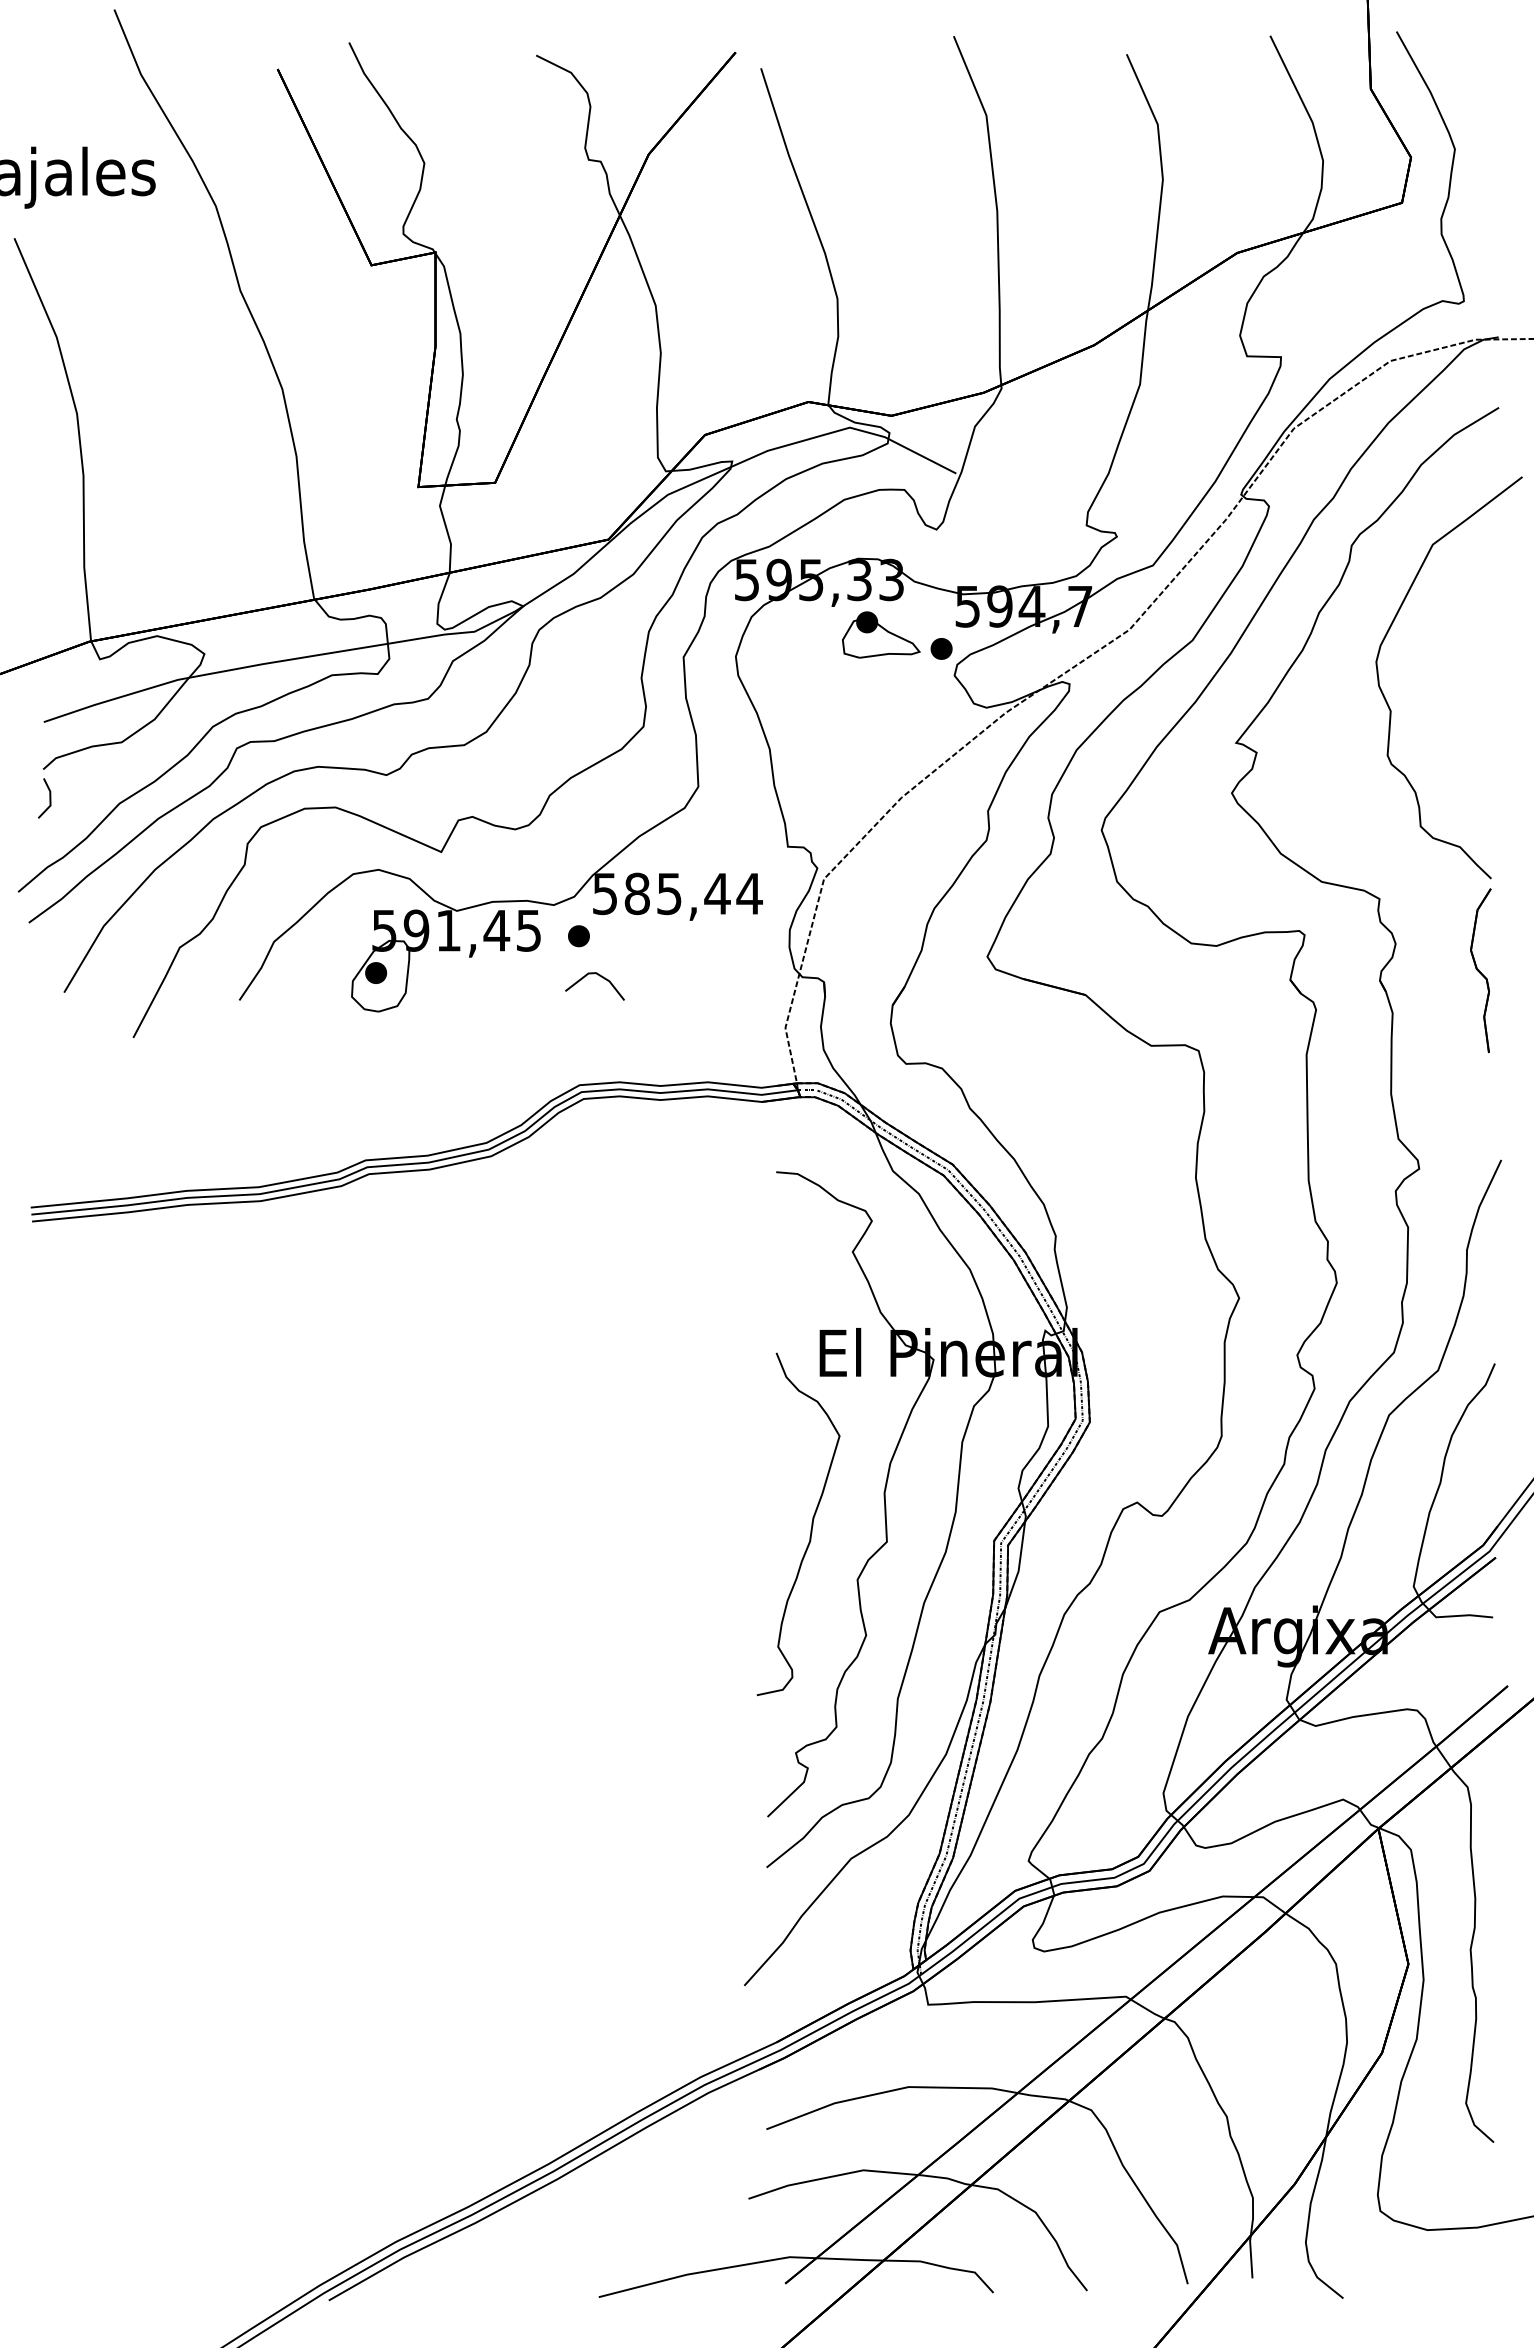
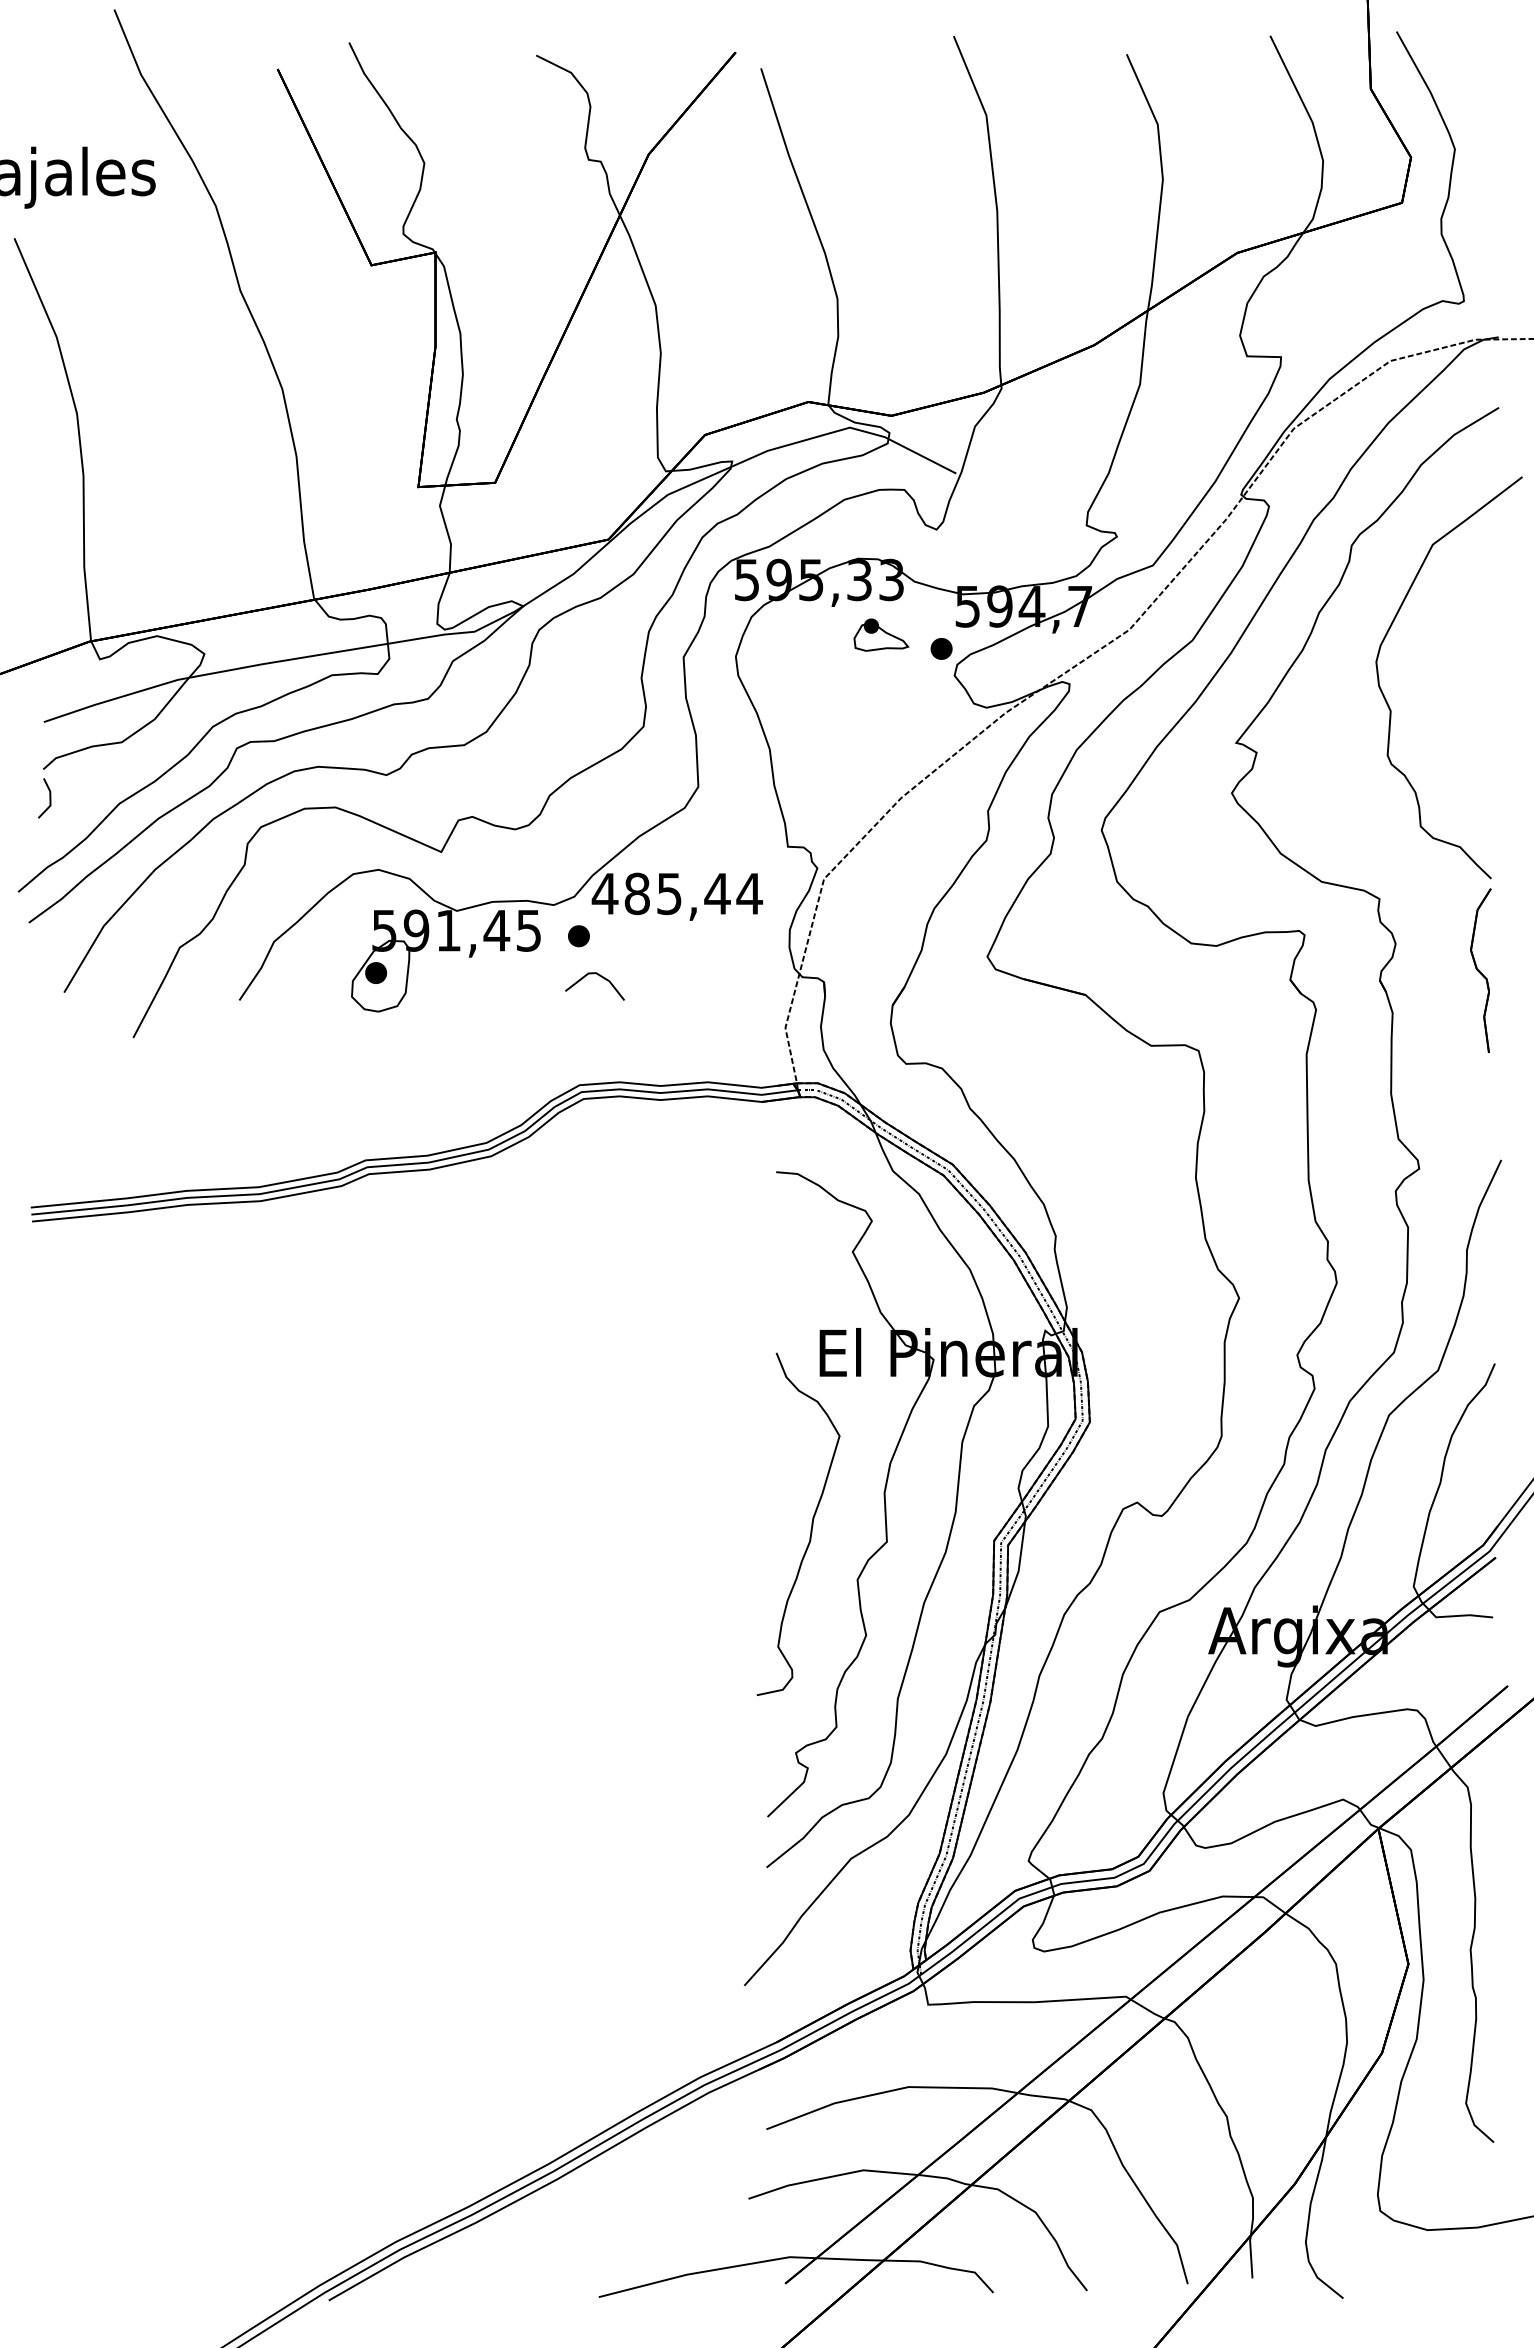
part at (881, 634) size: 79x48 px -> 57x34 px
text at (604, 894): 585,44 -> 485,44
